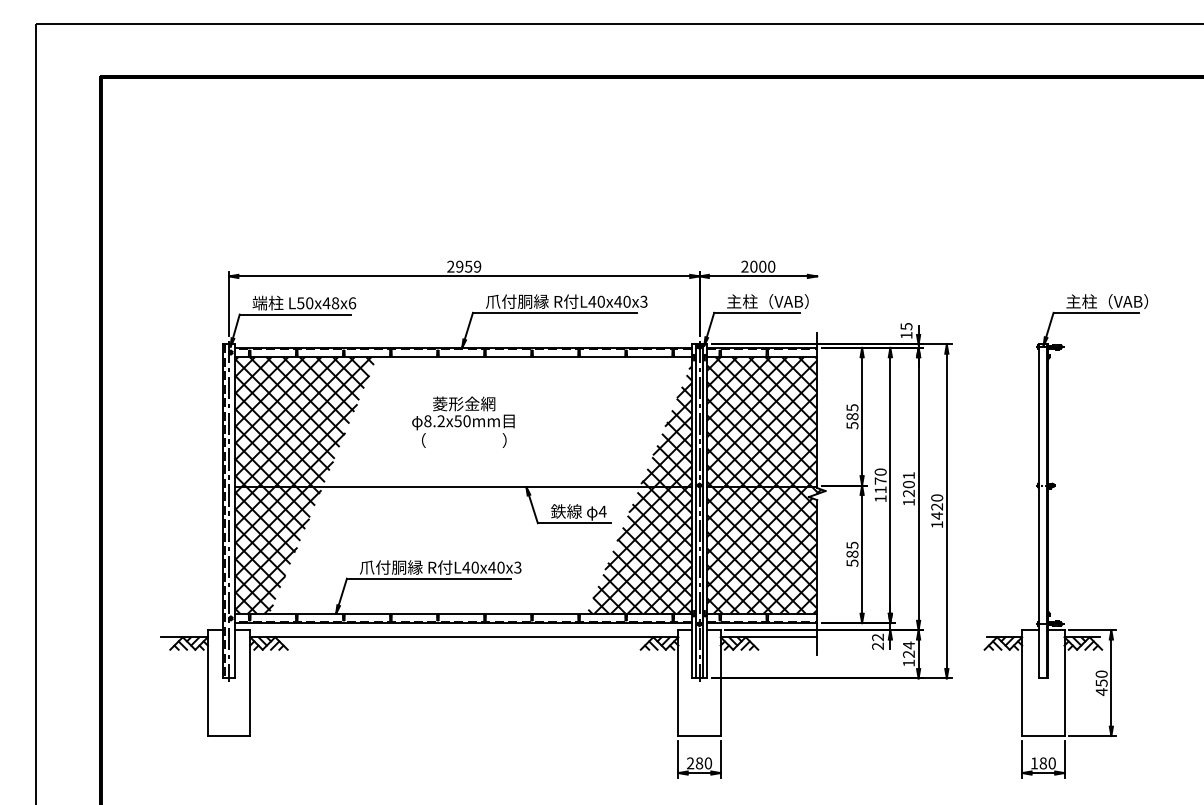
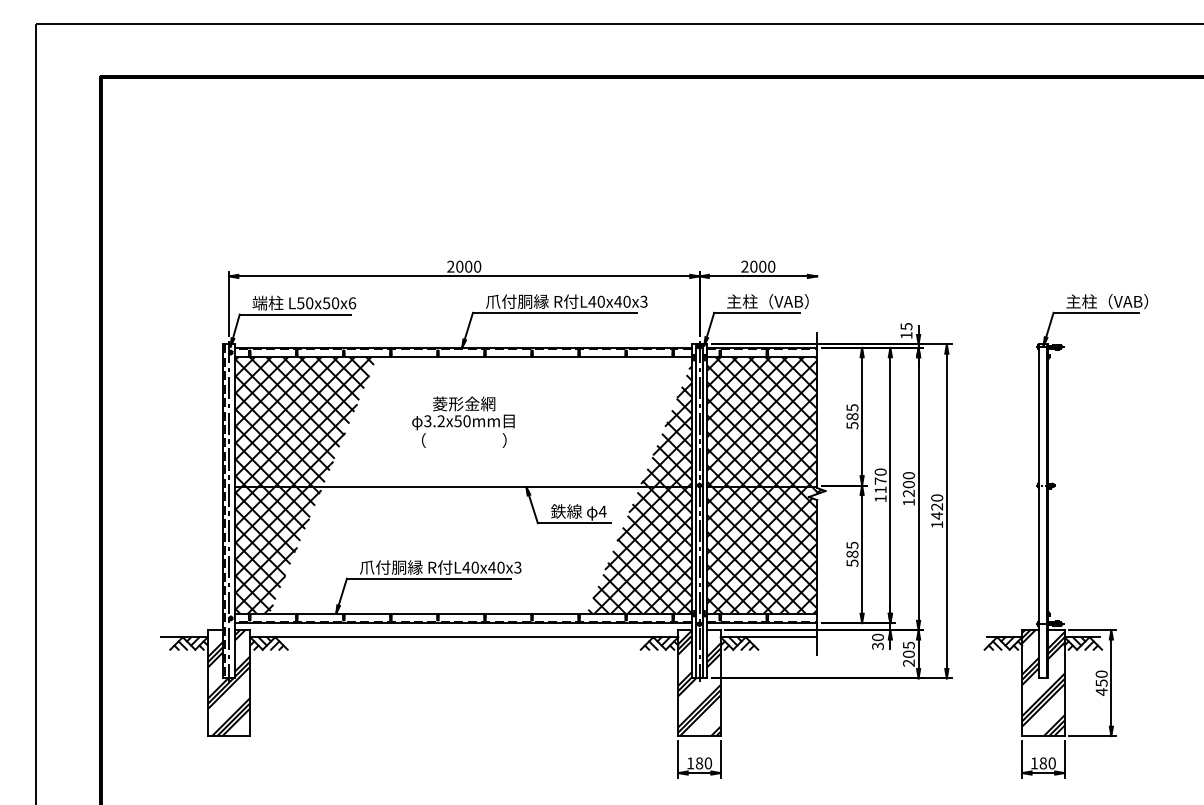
text at (468, 266): 2959 -> 2000
text at (330, 303): L50x48x6 -> L50x50x6
text at (427, 421): 8.2x50mm -> 3.2x50mm
text at (908, 475): 1201 -> 1200
text at (878, 641): 22 -> 30
text at (908, 653): 124 -> 205
hatch at (228, 683): none -> present
hatch at (699, 683): none -> present
hatch at (1043, 683): none -> present
text at (690, 763): 280 -> 180
